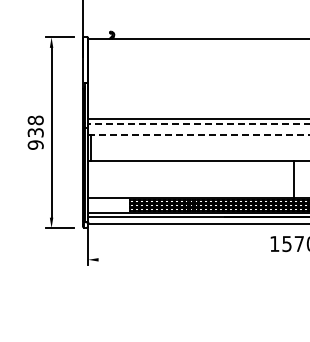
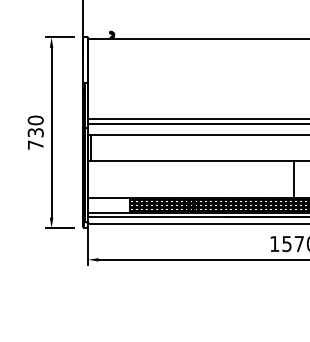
line at (198, 124): dashed -> solid
text at (35, 132): 938 -> 730
line at (198, 135): dashed -> solid
line at (202, 259): none -> present
